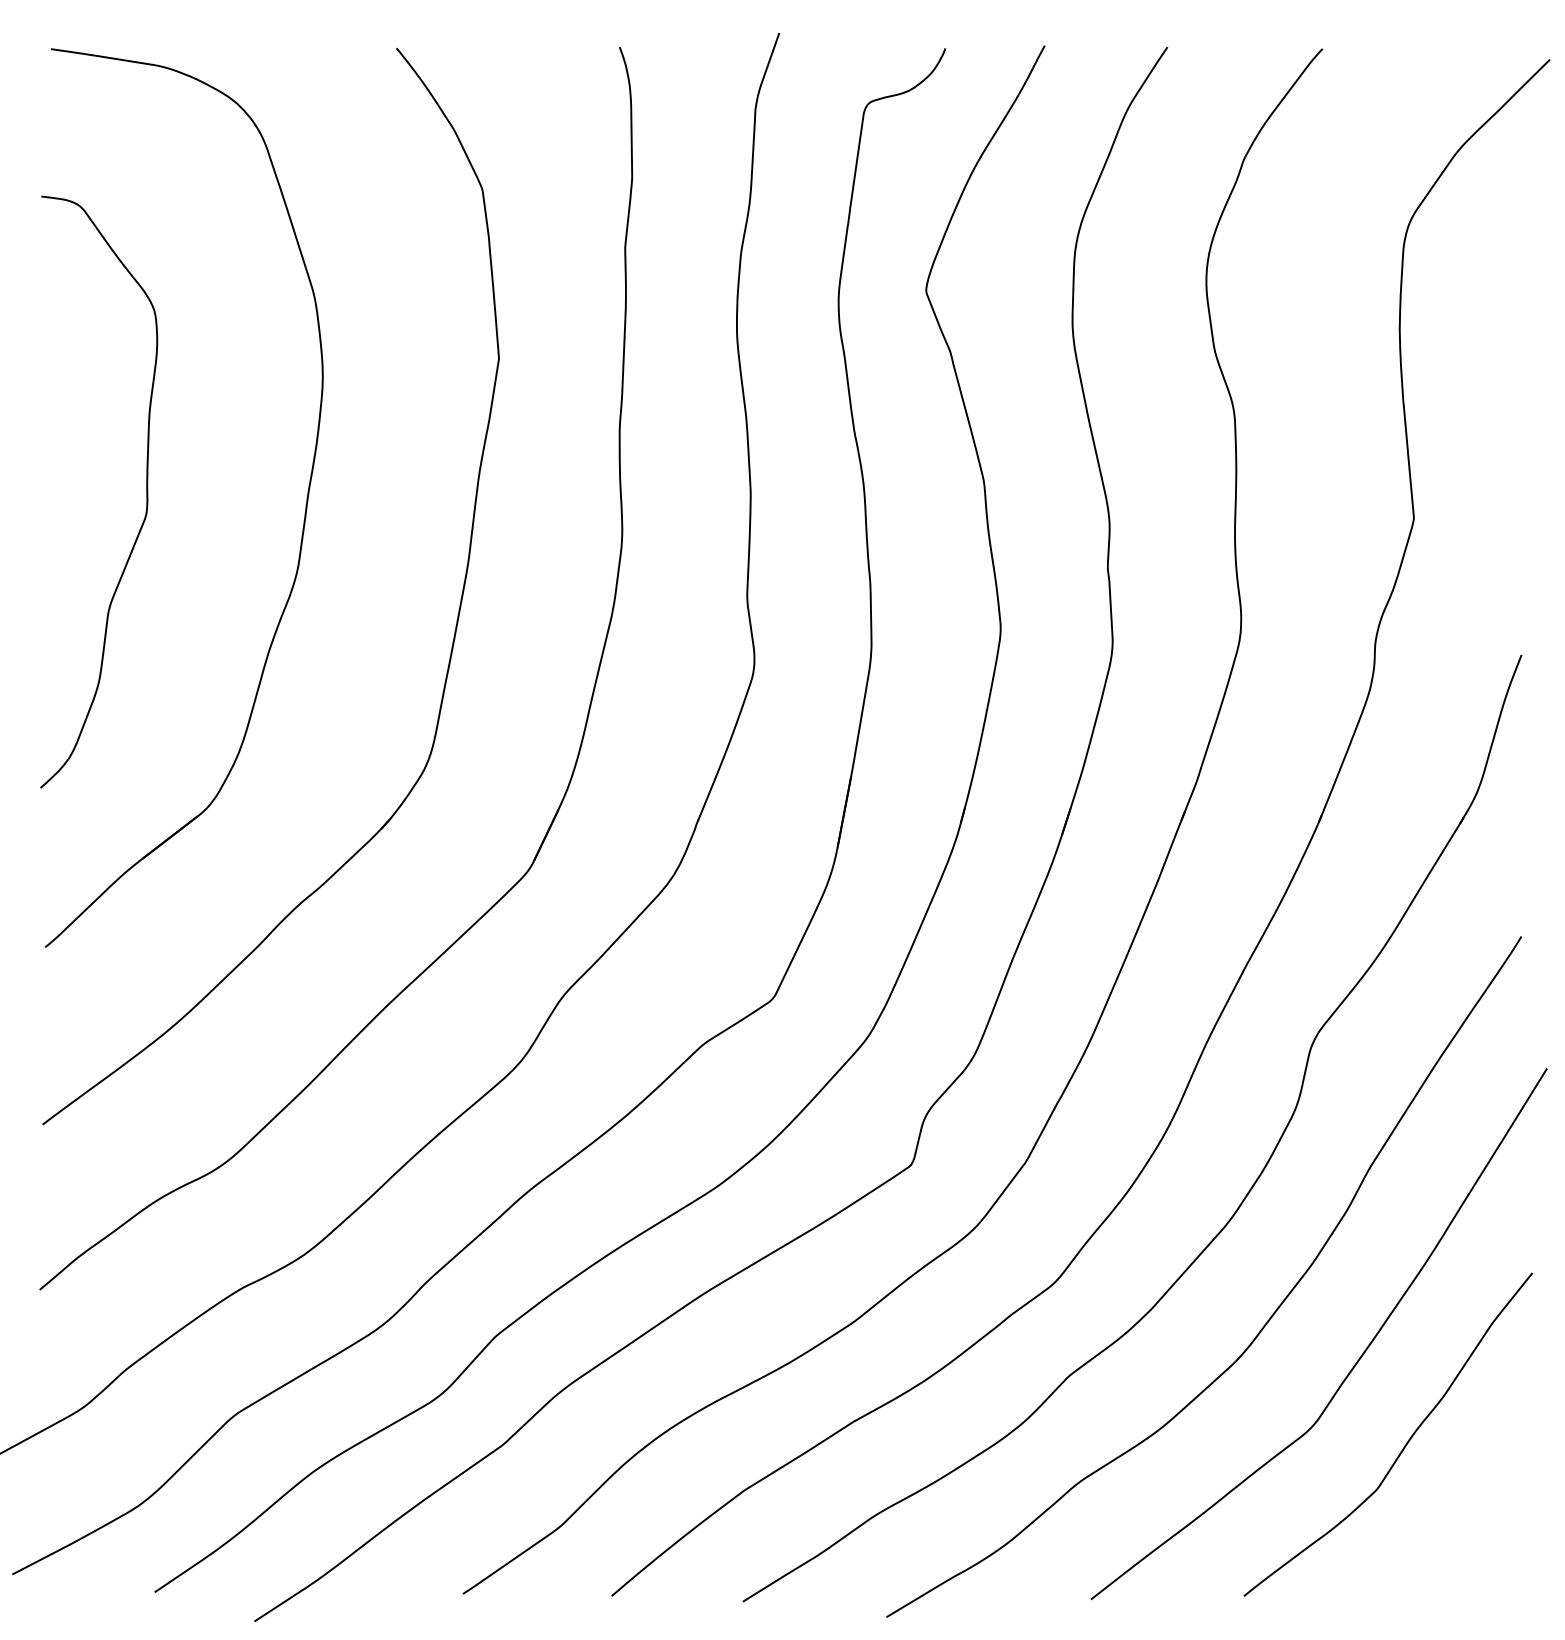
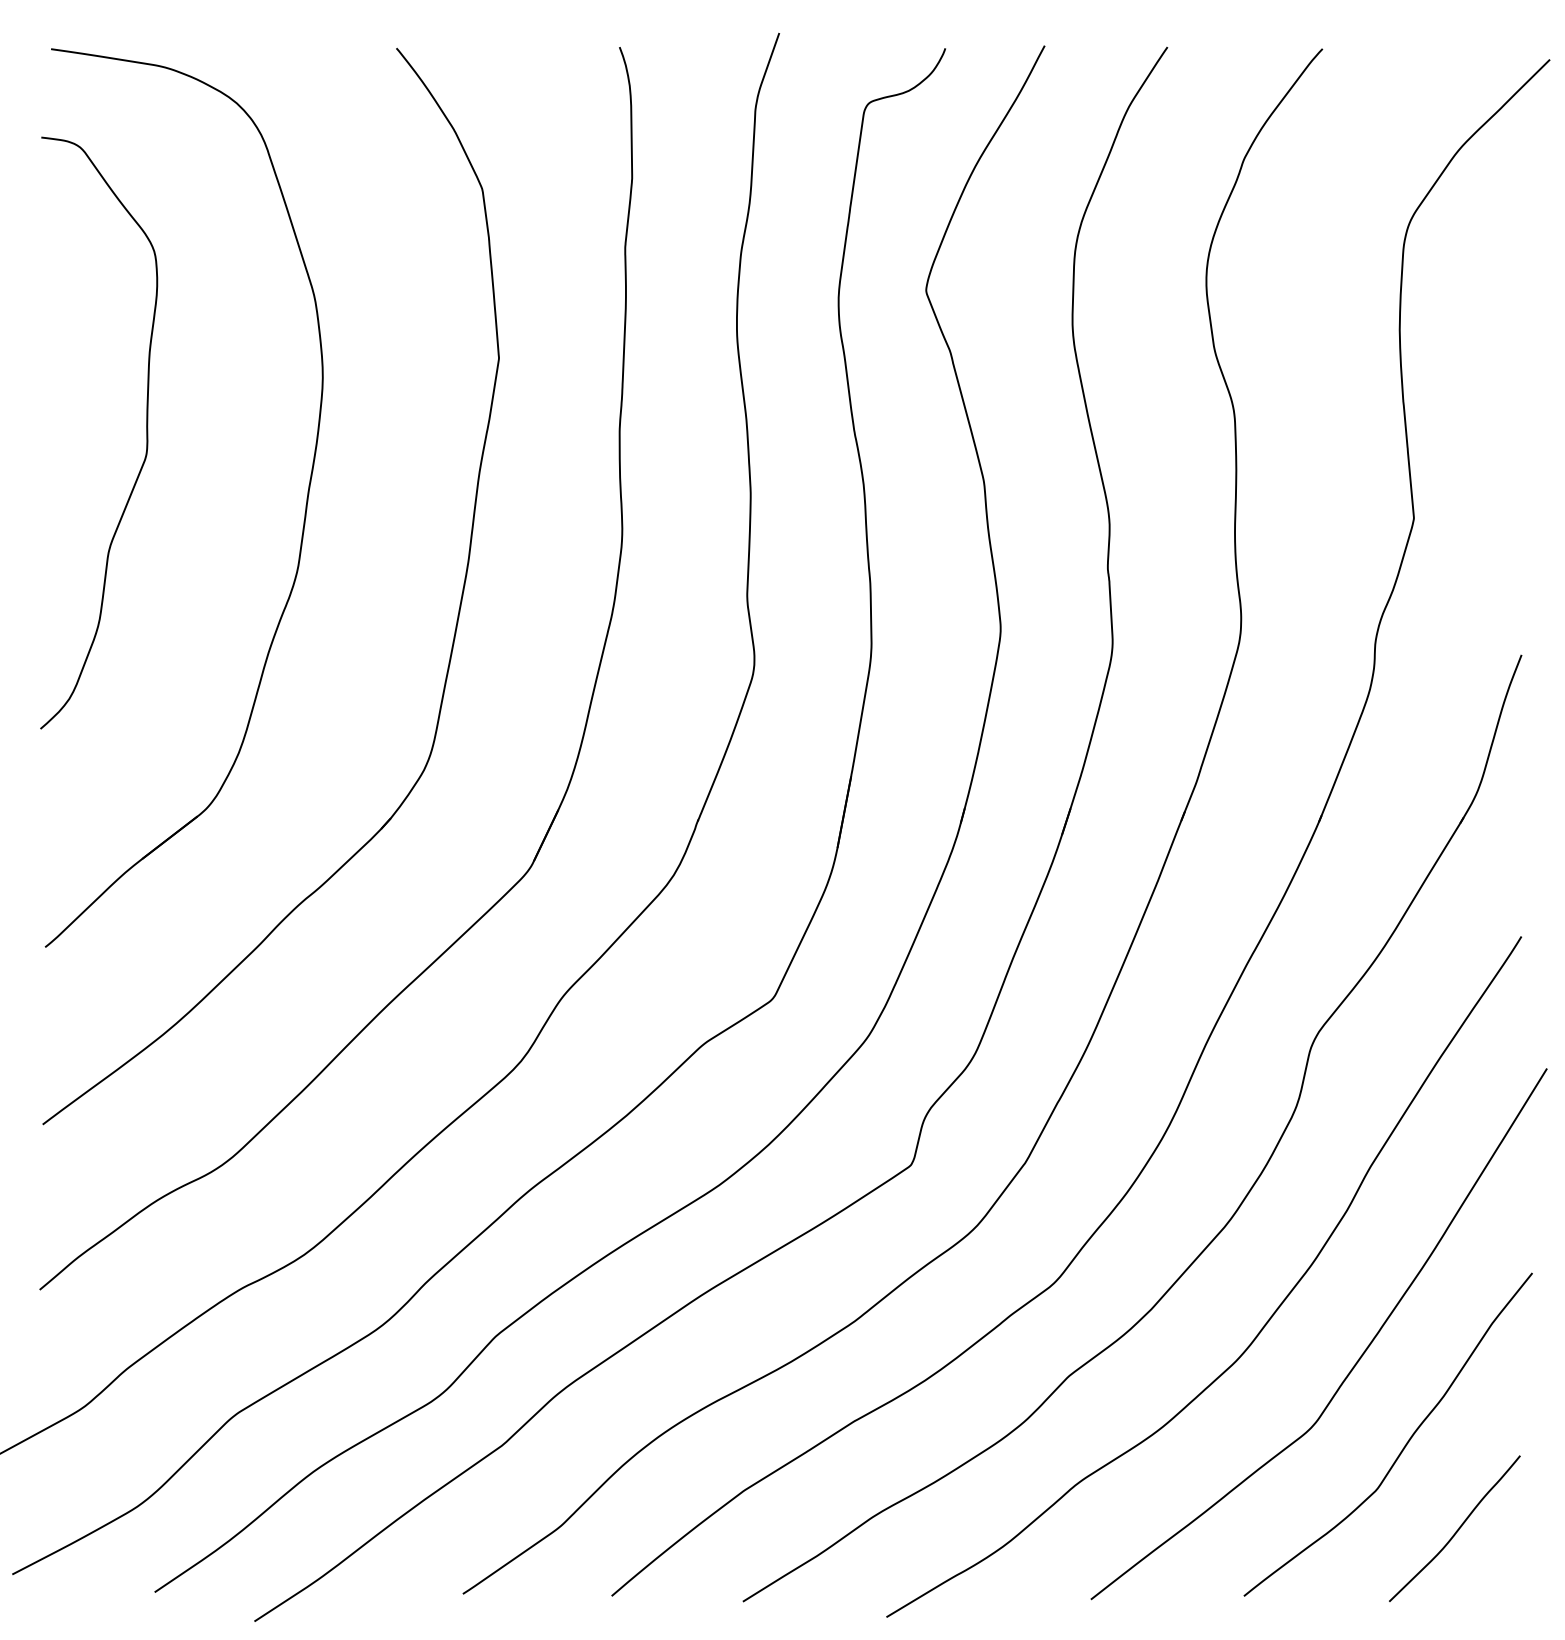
curve at (146, 491) position: (146, 491) -> (146, 432)
curve at (1456, 1530): none -> present
